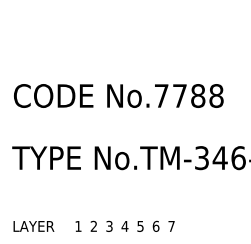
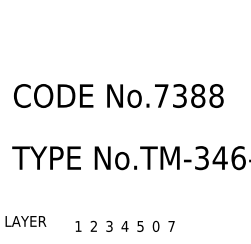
text at (179, 95): No.7788 -> No.7388
text at (156, 225): 6 -> 0
text at (33, 226) position: (33, 226) -> (25, 221)
